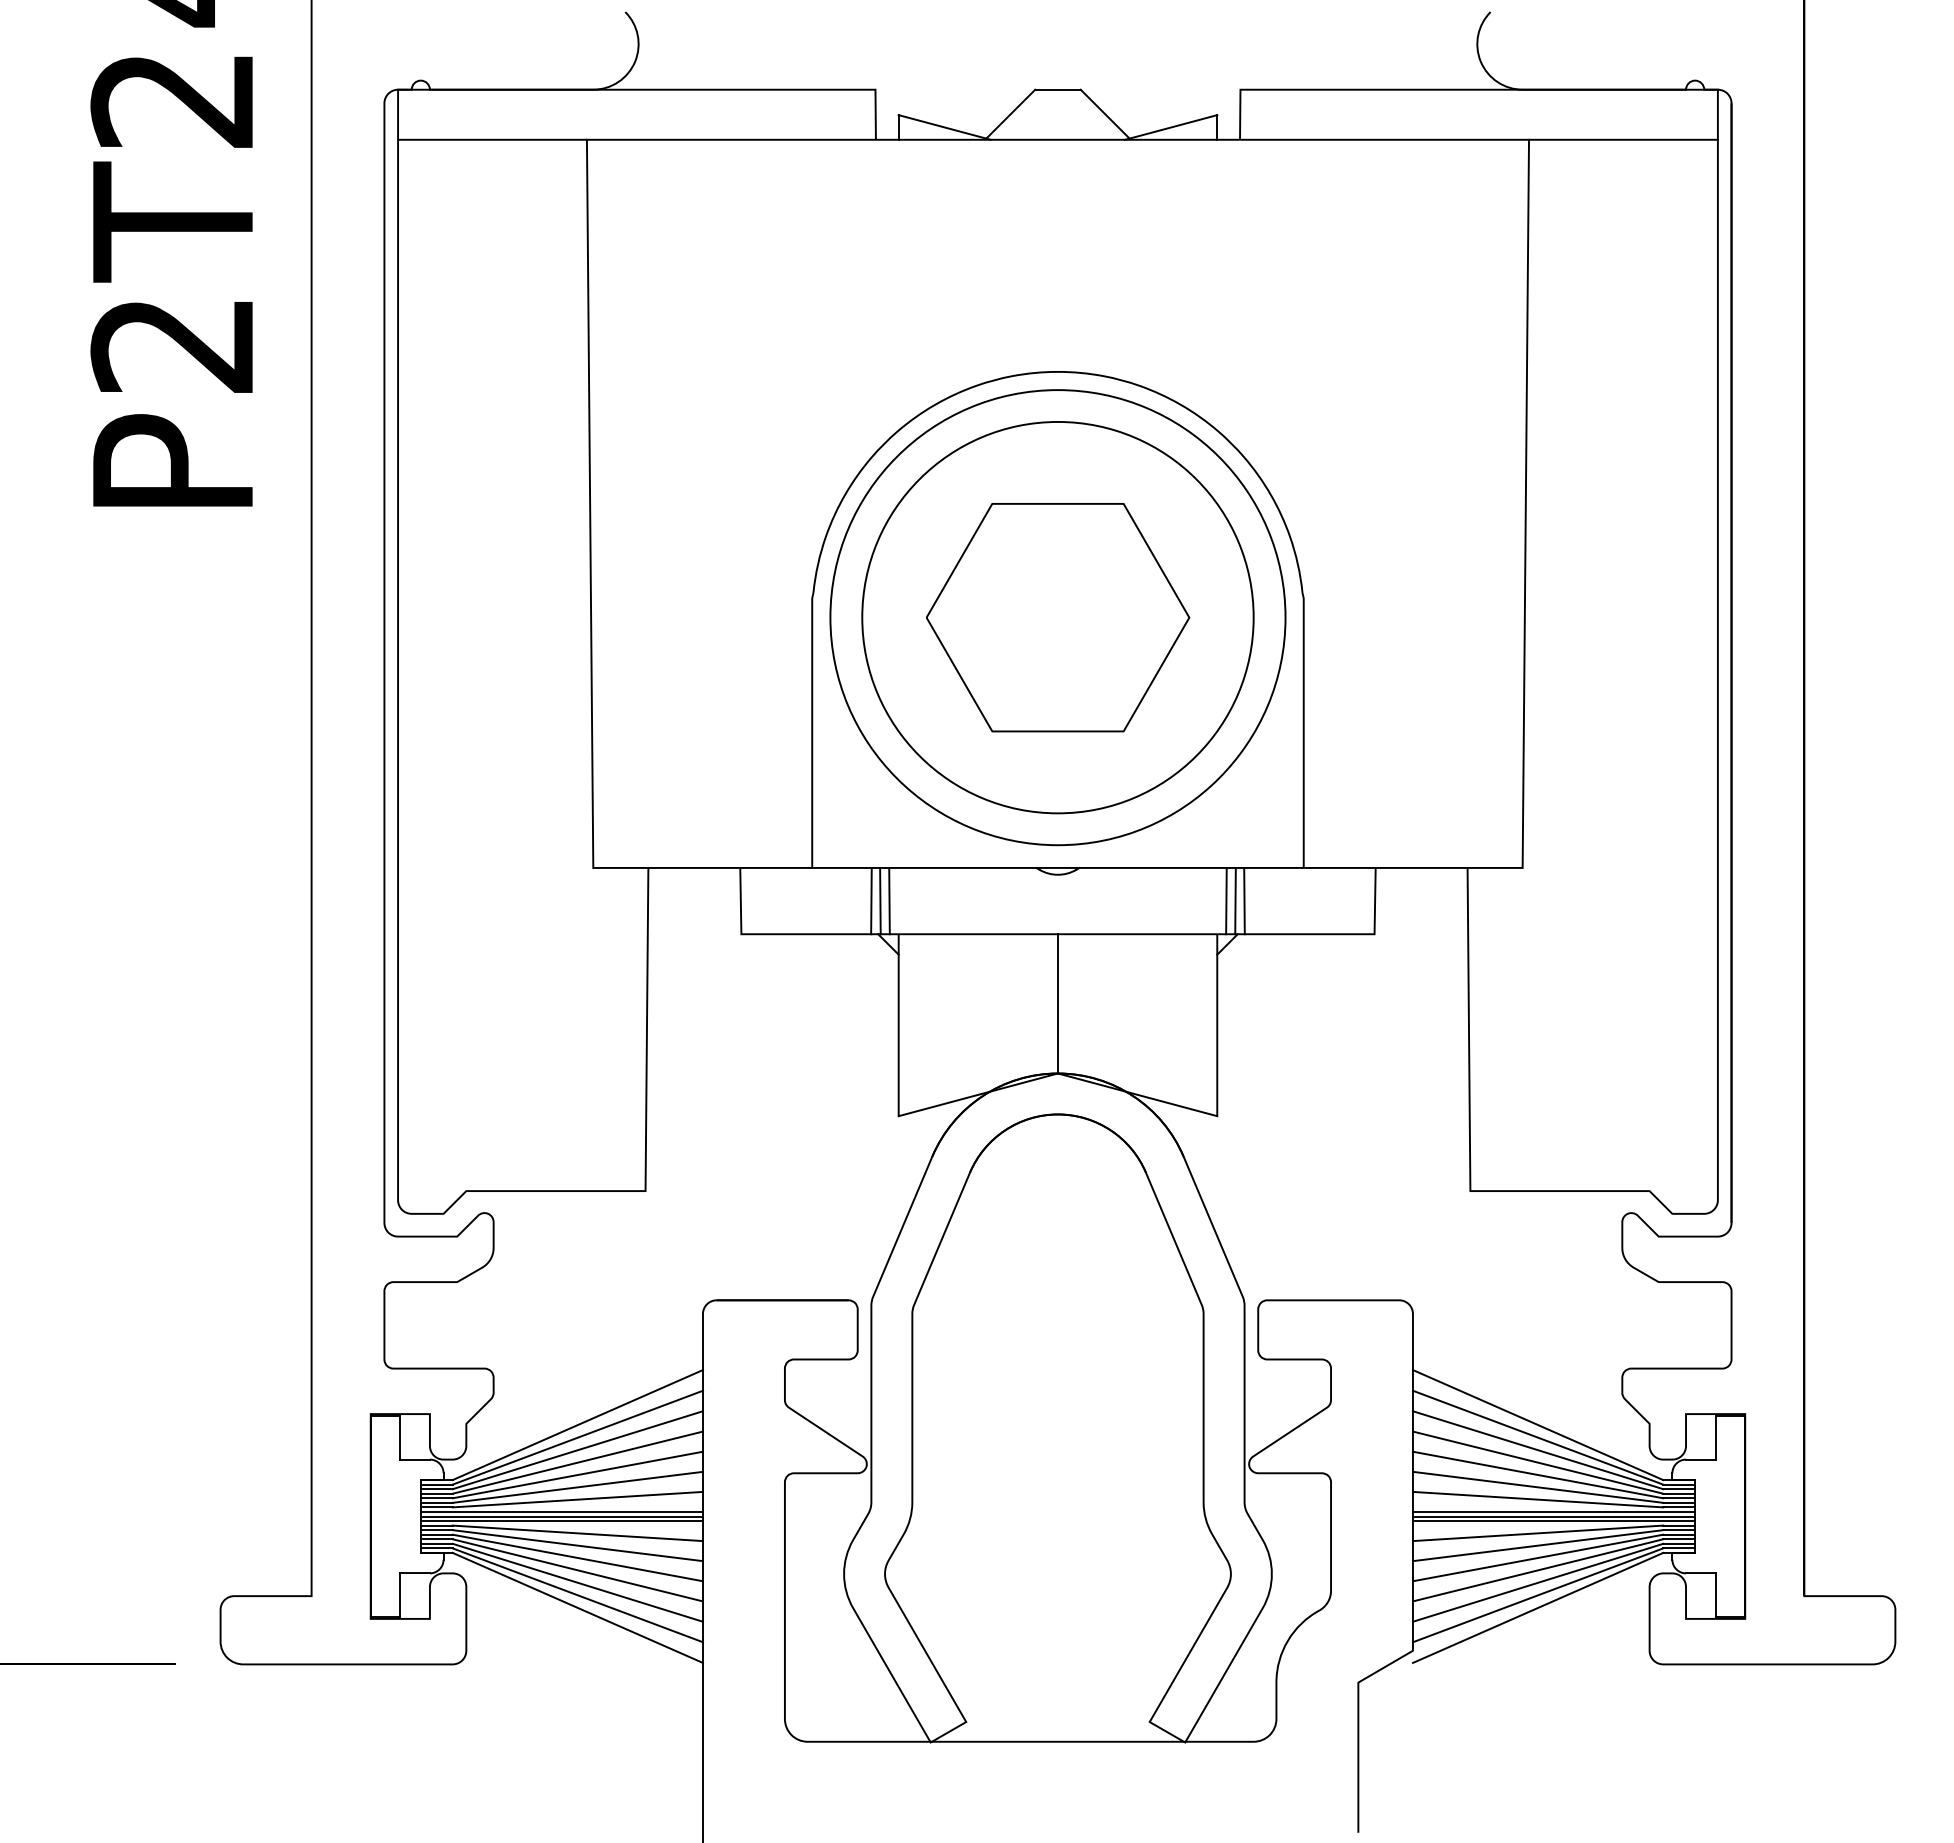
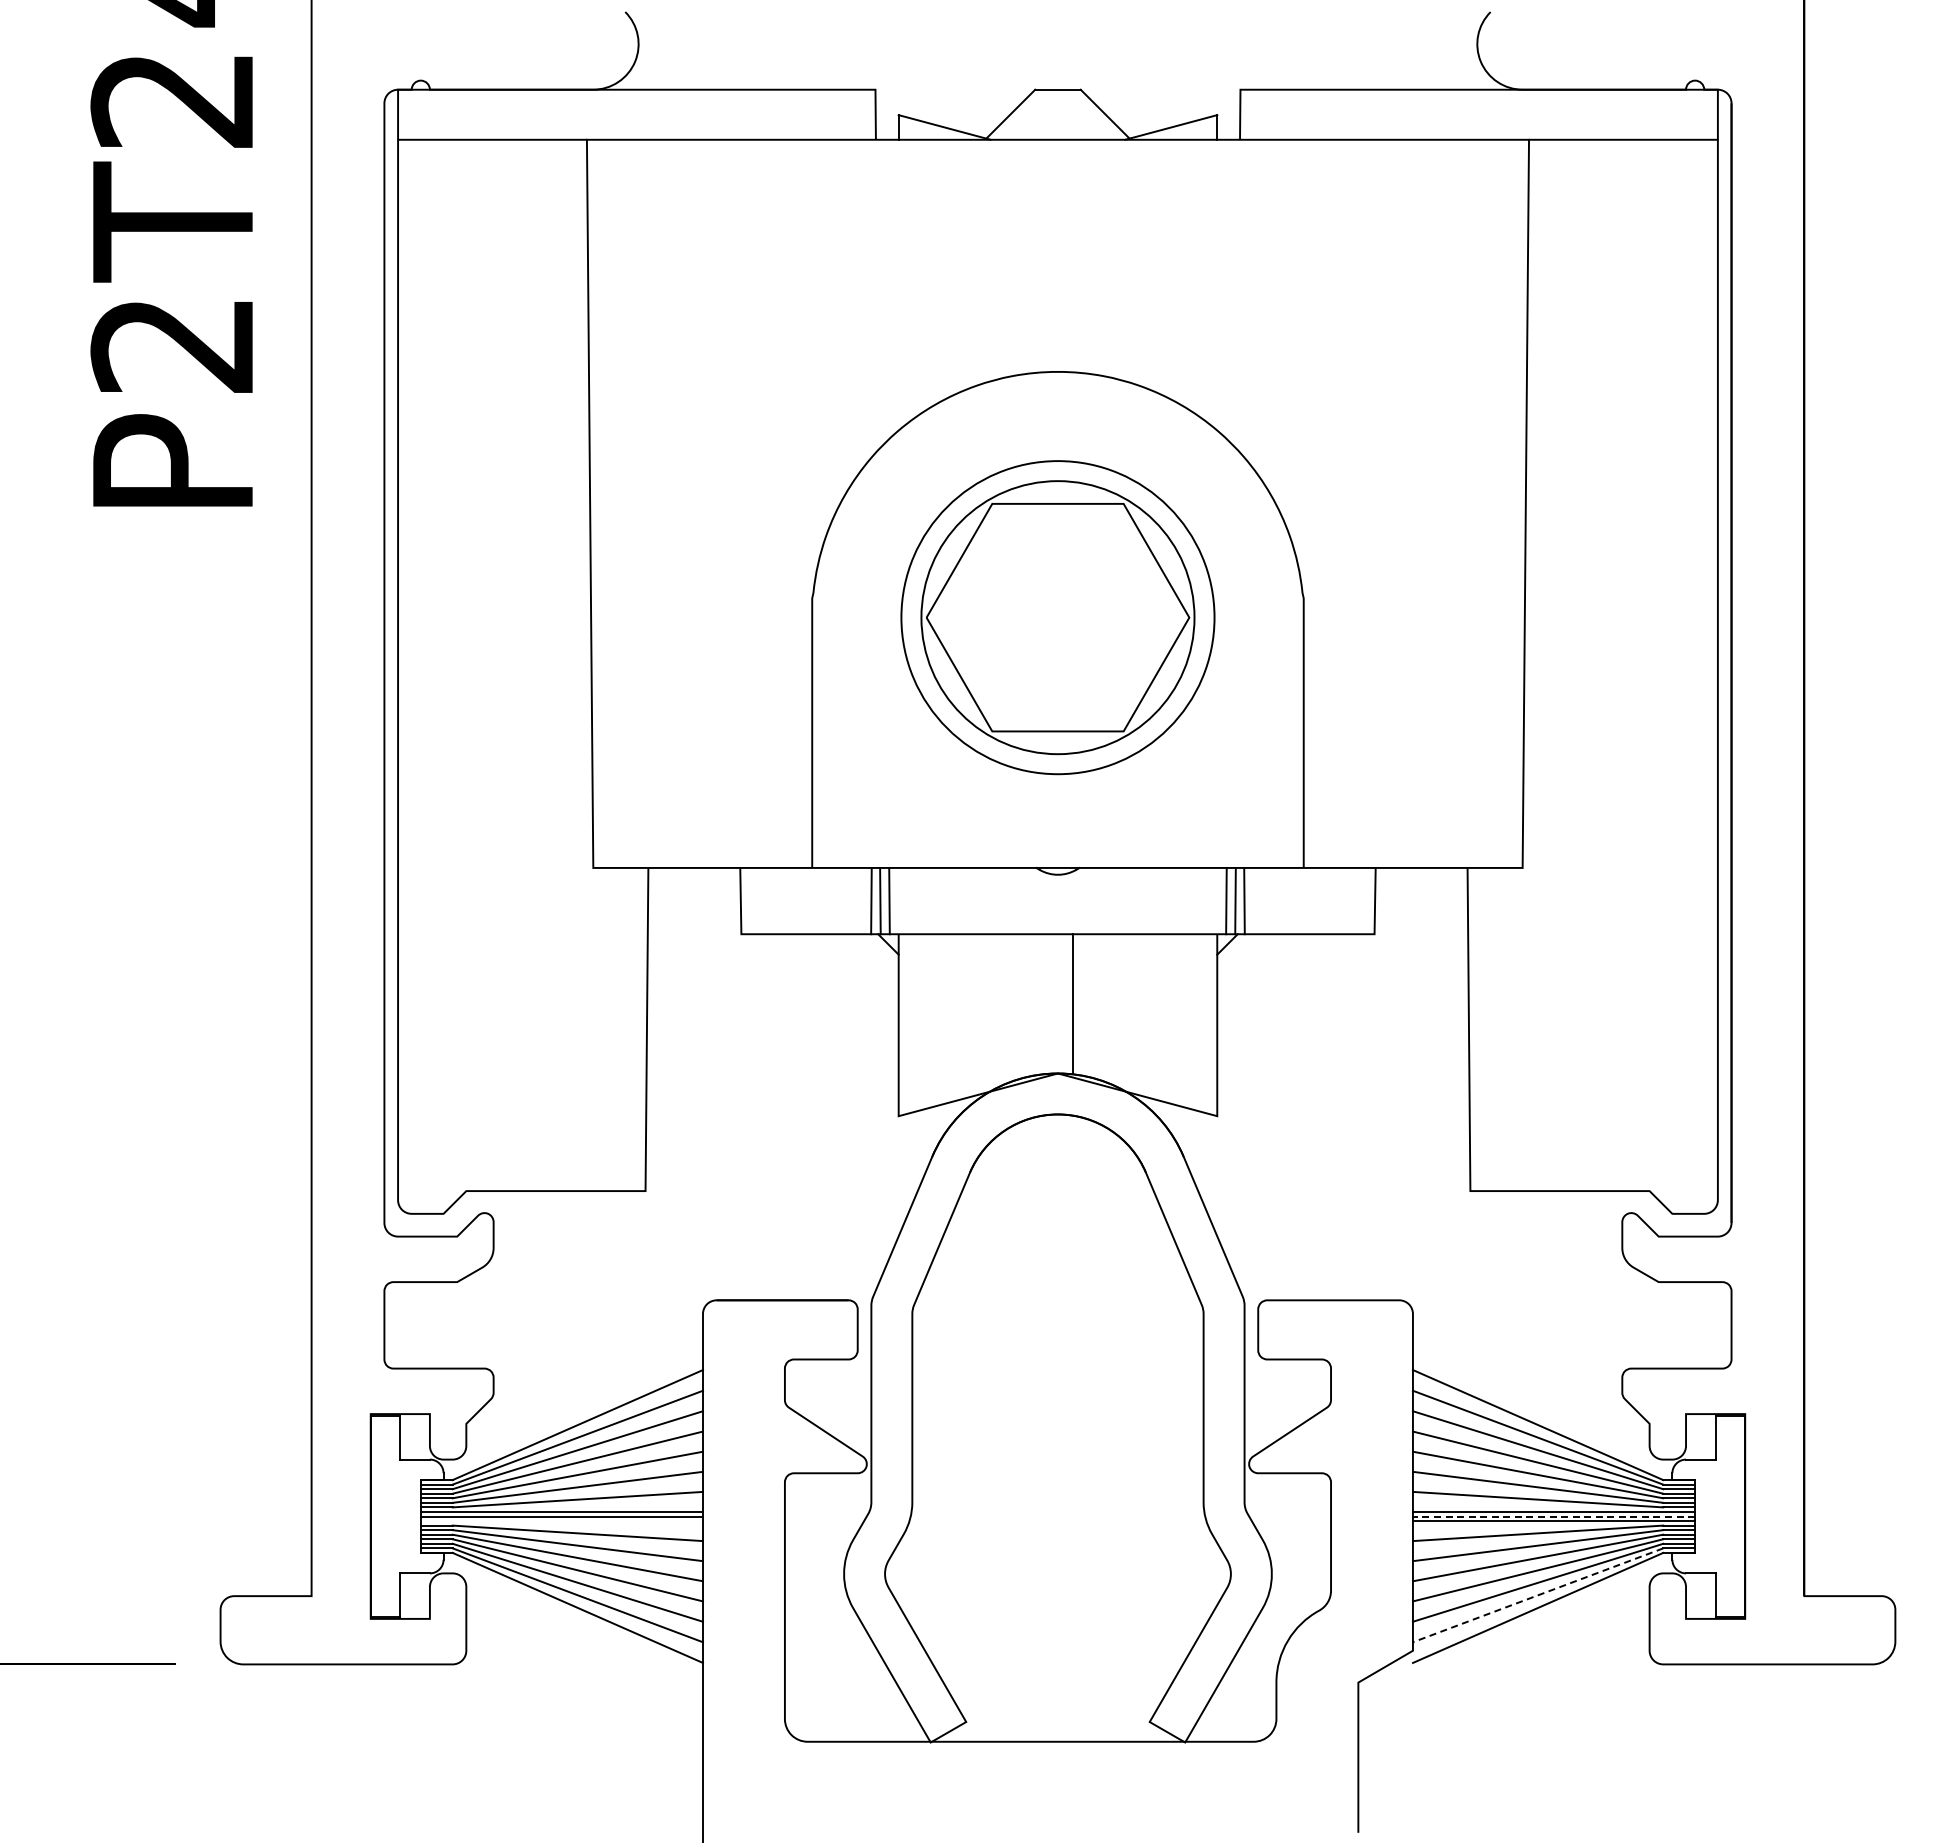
circle at (1057, 617) diameter: 391 px -> 313 px
circle at (1057, 617) diameter: 455 px -> 273 px
line at (1057, 1003) position: (1057, 1003) -> (1072, 1003)
line at (1553, 1516): solid -> dashed
line at (561, 1521): present -> none
line at (1538, 1595): solid -> dashed
